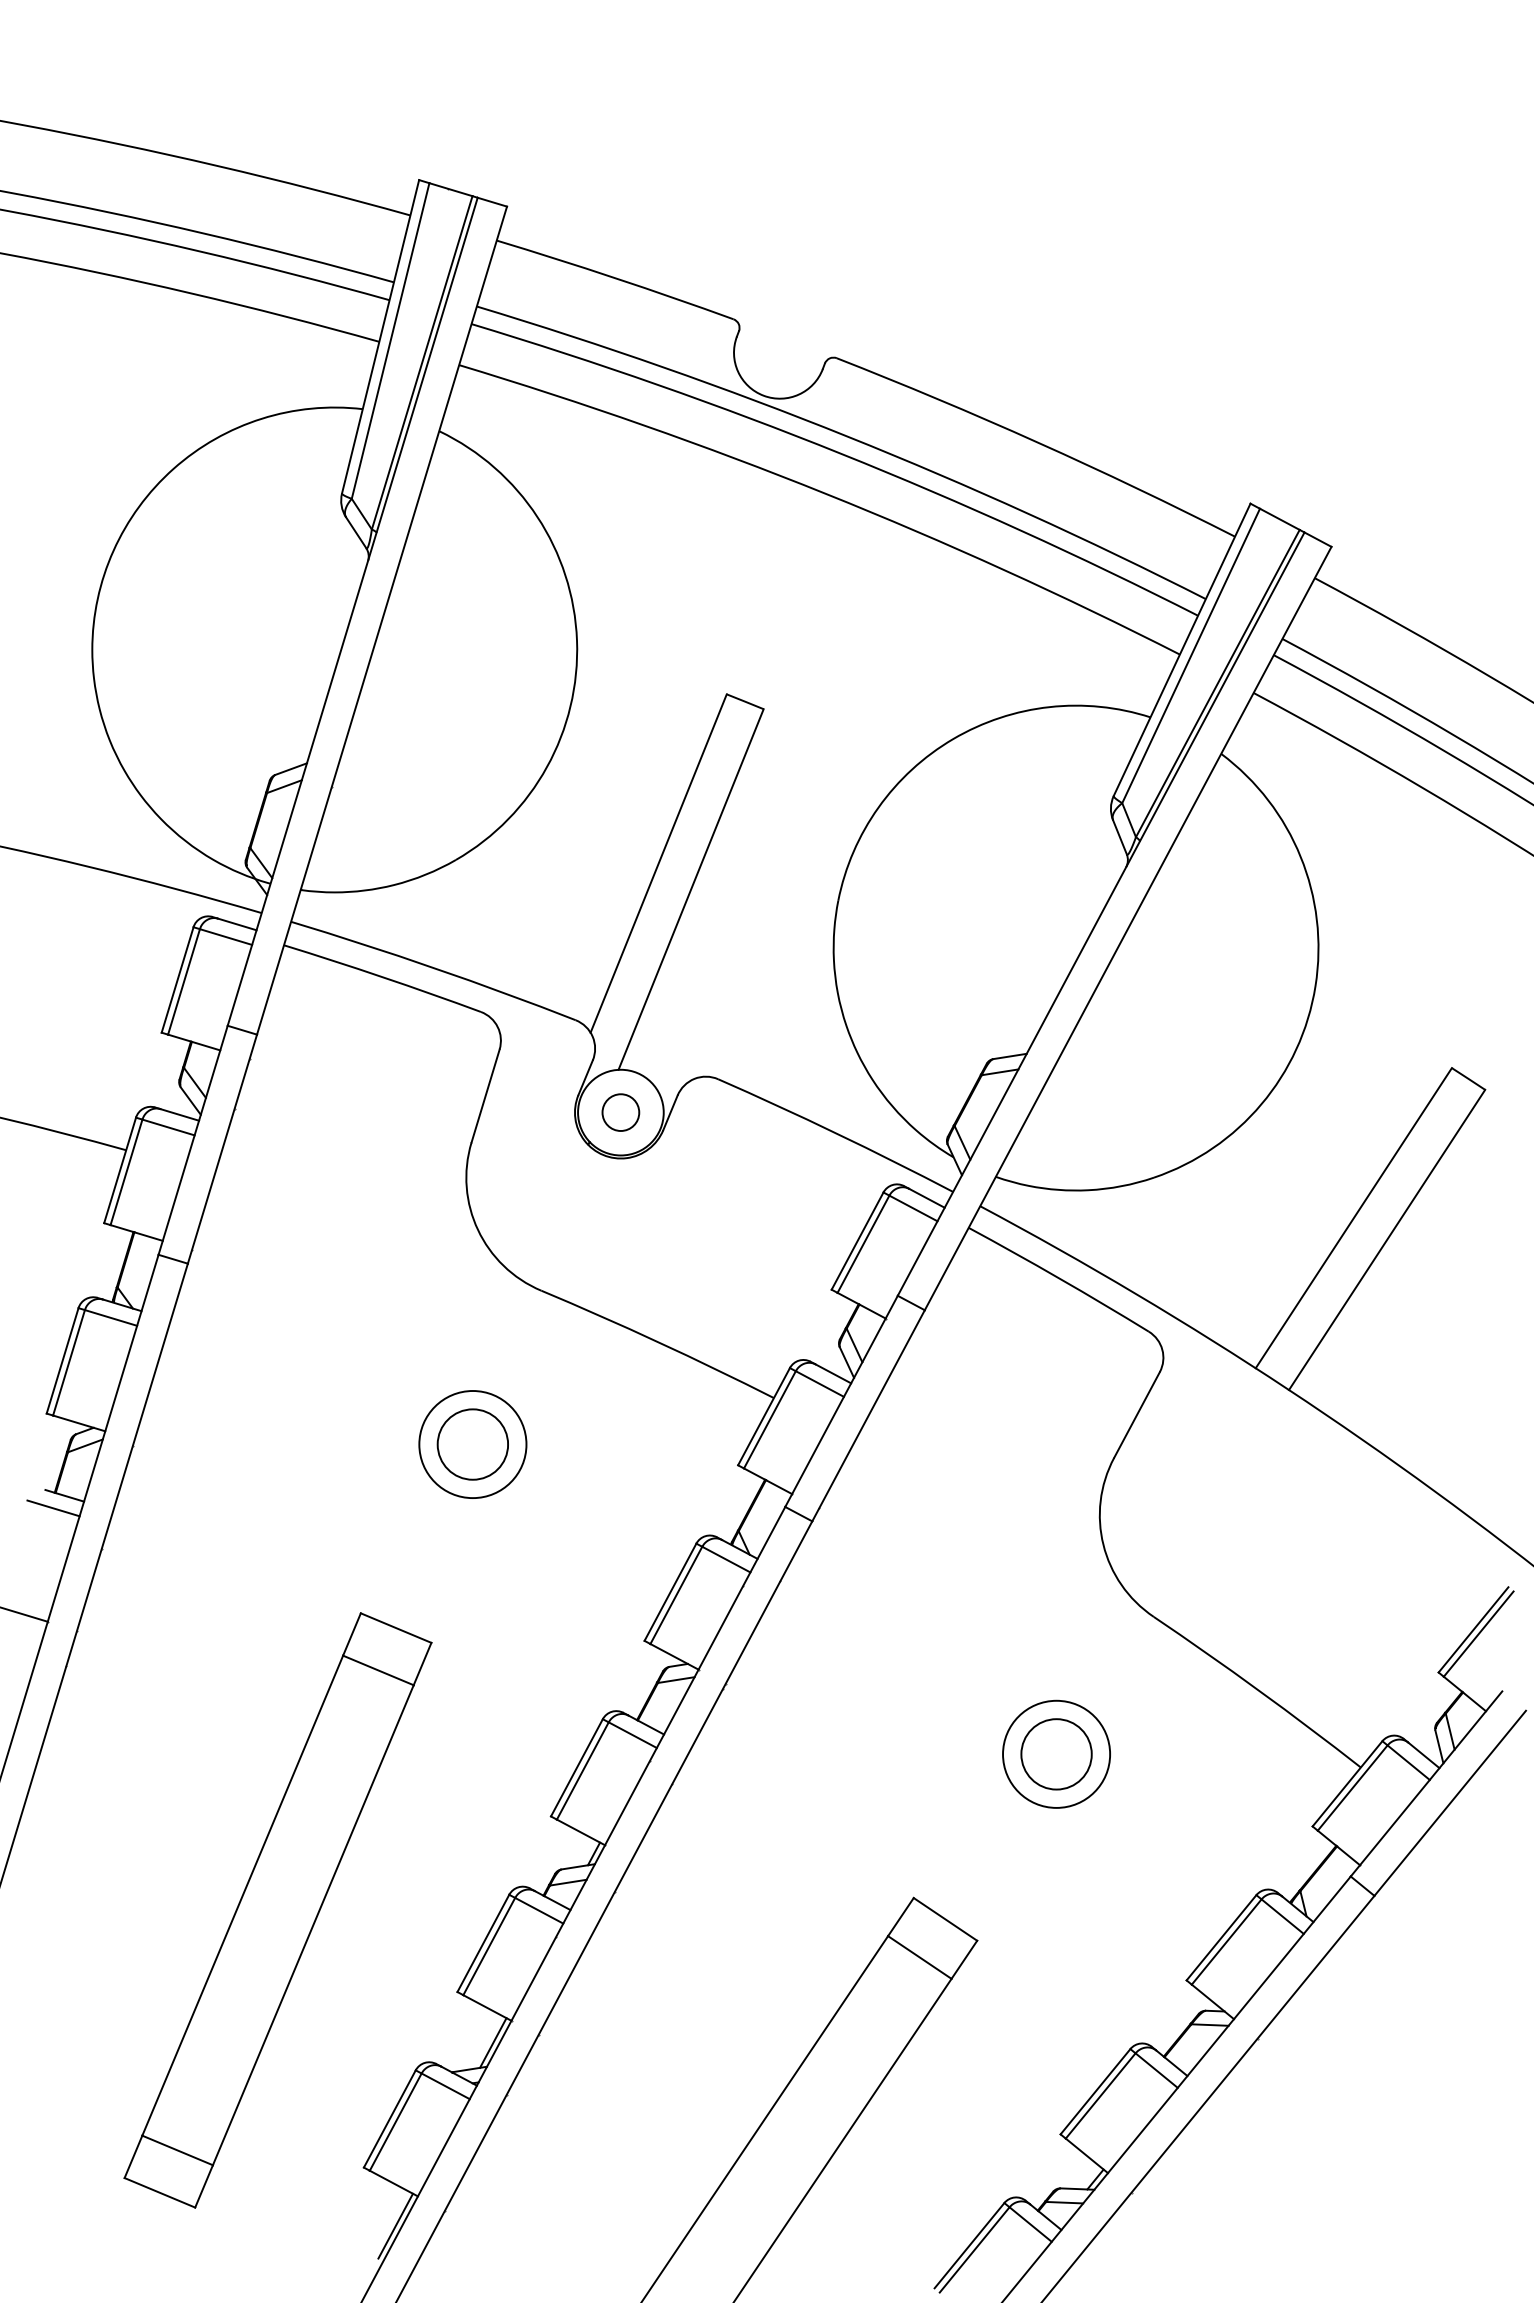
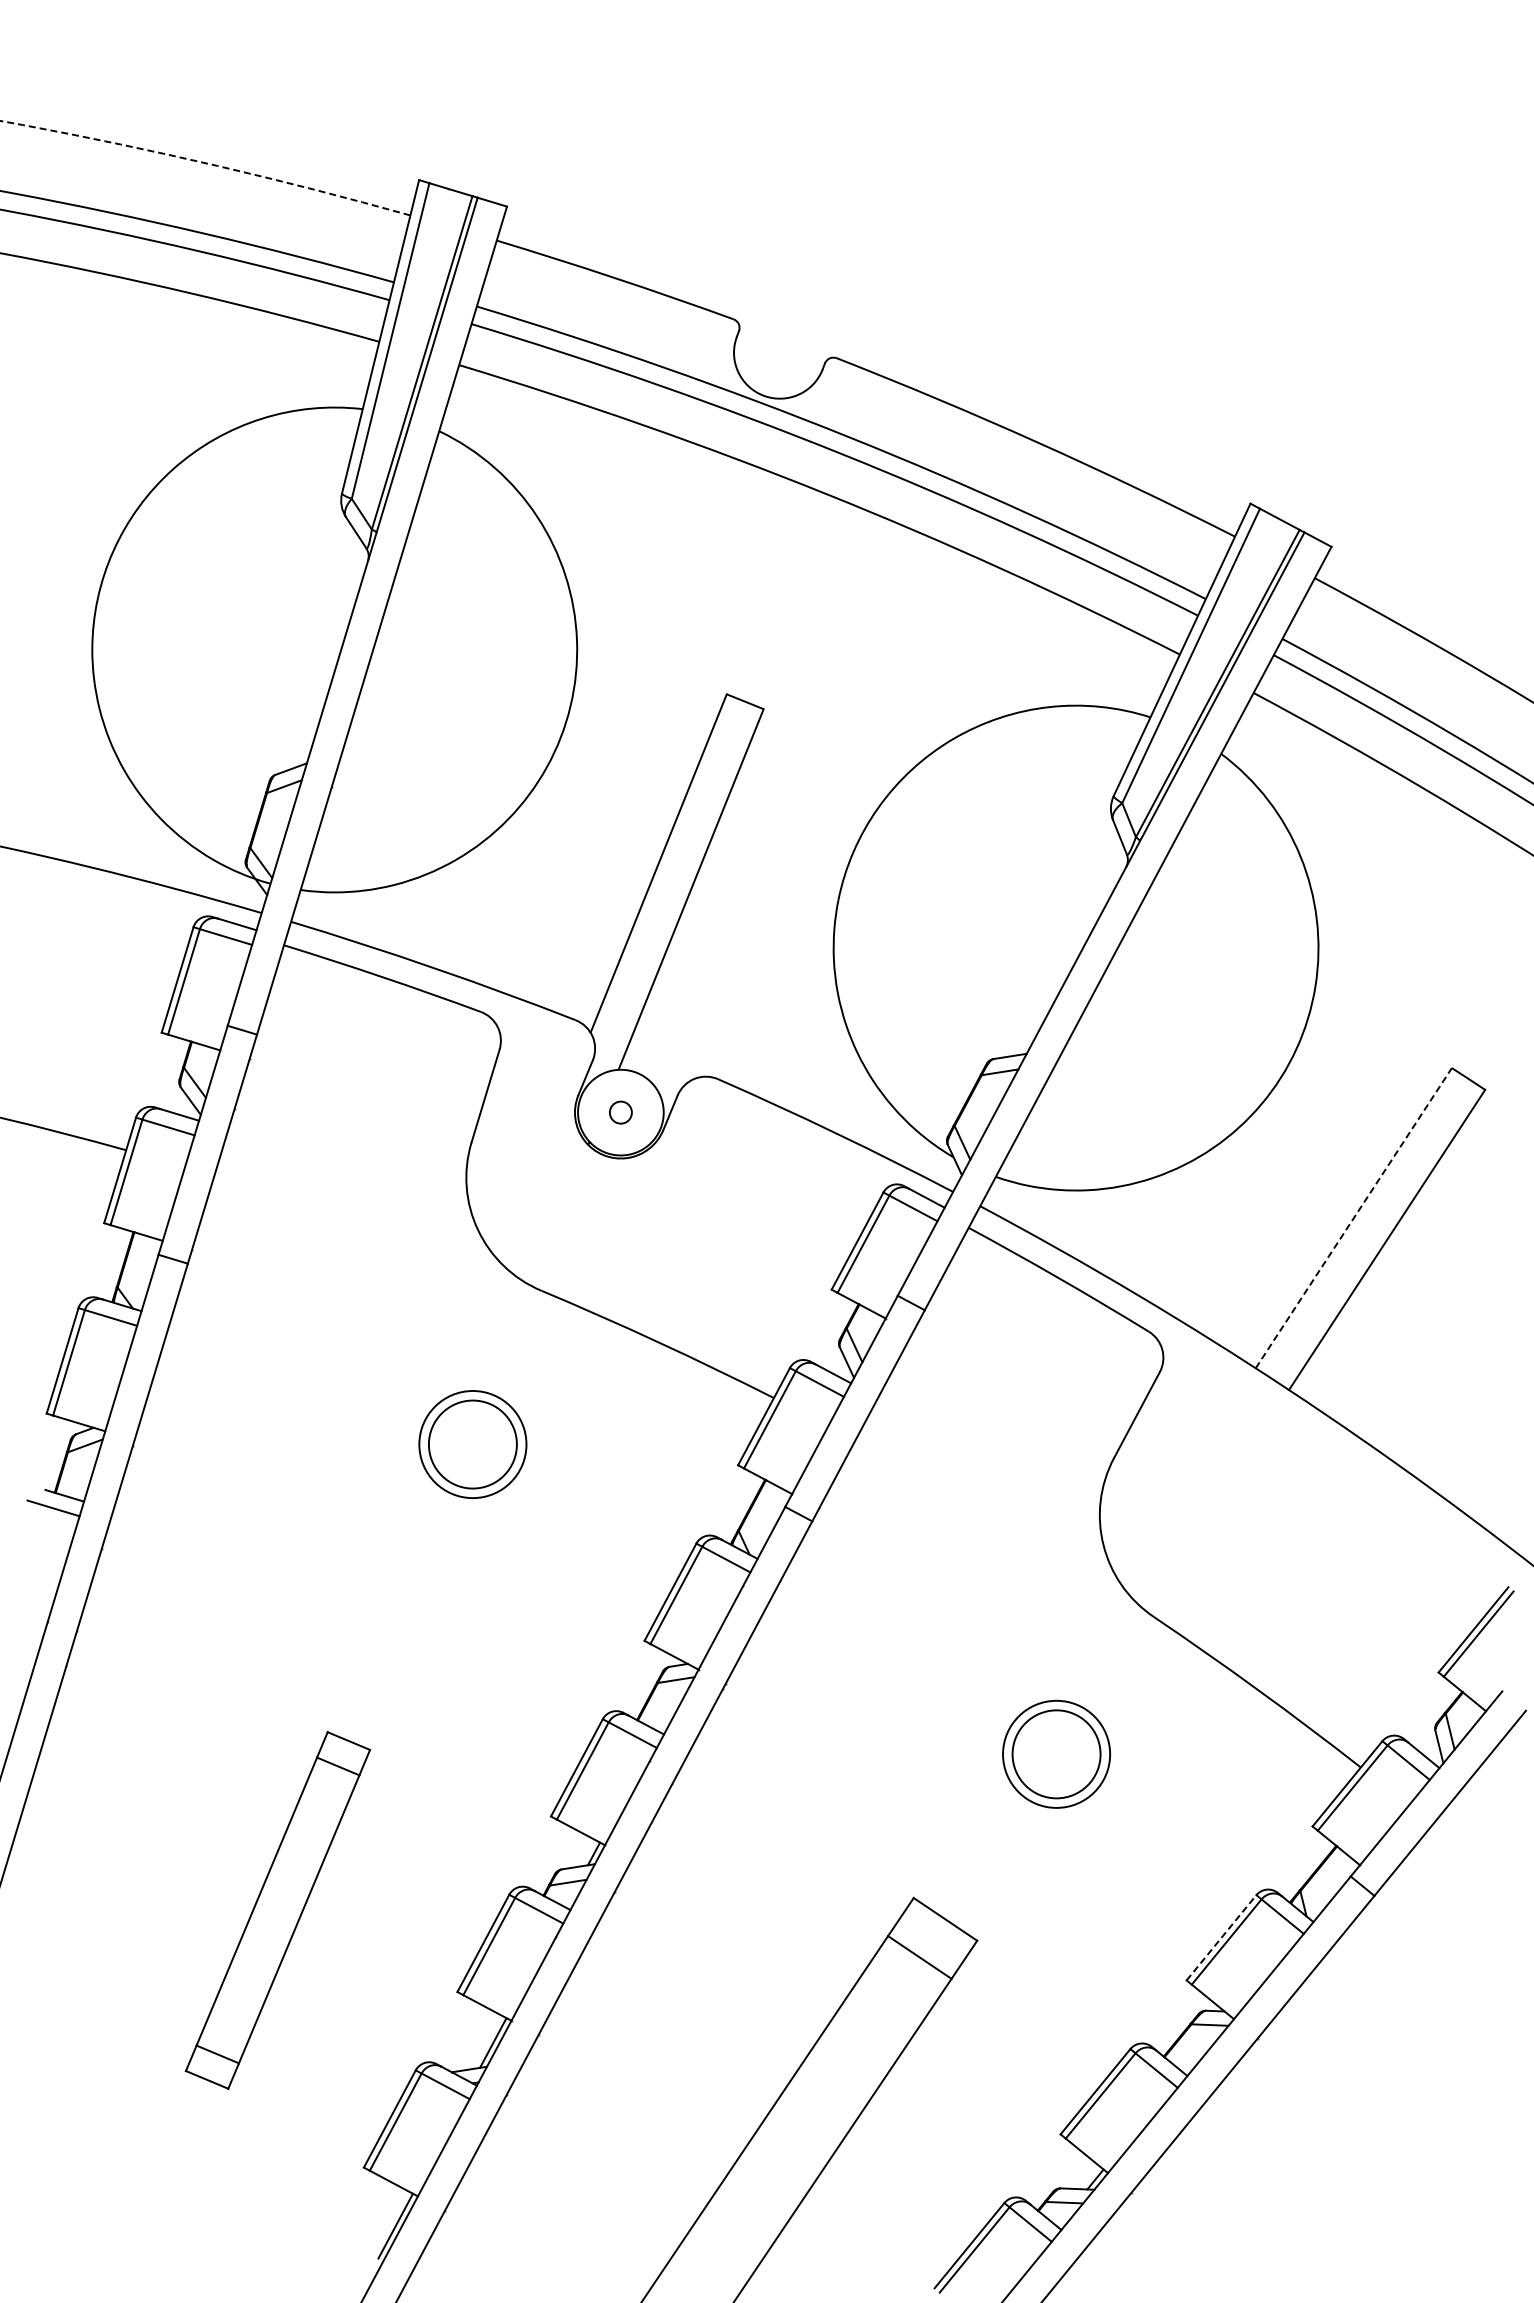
arc at (205, 163): solid -> dashed
circle at (620, 1112) diameter: 37 px -> 22 px
line at (1354, 1217): solid -> dashed
circle at (472, 1444) diameter: 70 px -> 88 px
line at (24, 1614): present -> none
circle at (1056, 1754) diameter: 70 px -> 88 px
part at (277, 1910) size: 310x597 px -> 188x359 px
line at (1221, 1937): solid -> dashed
